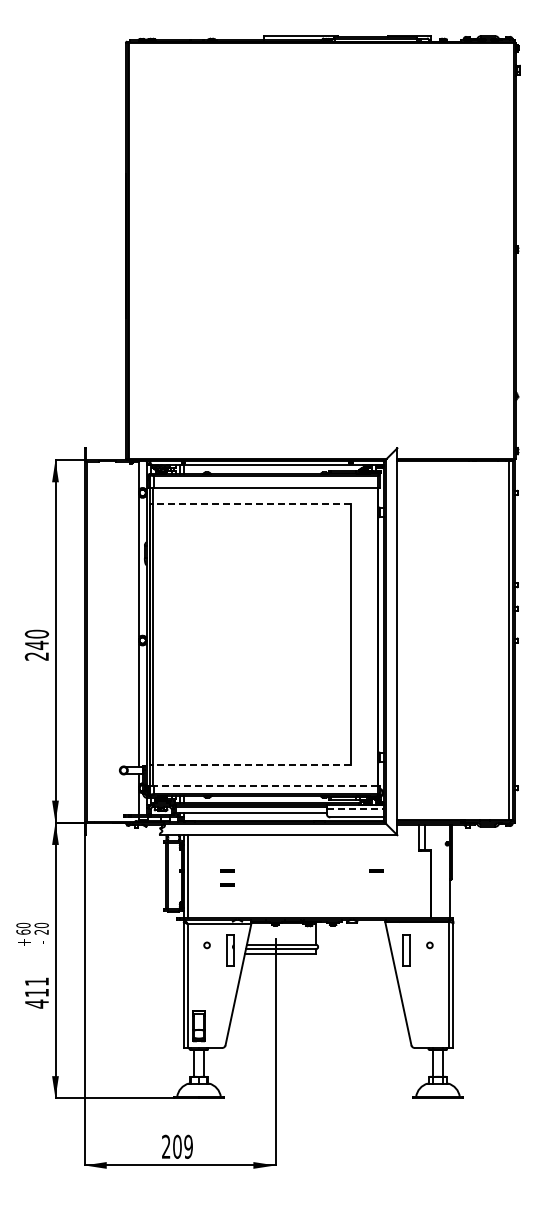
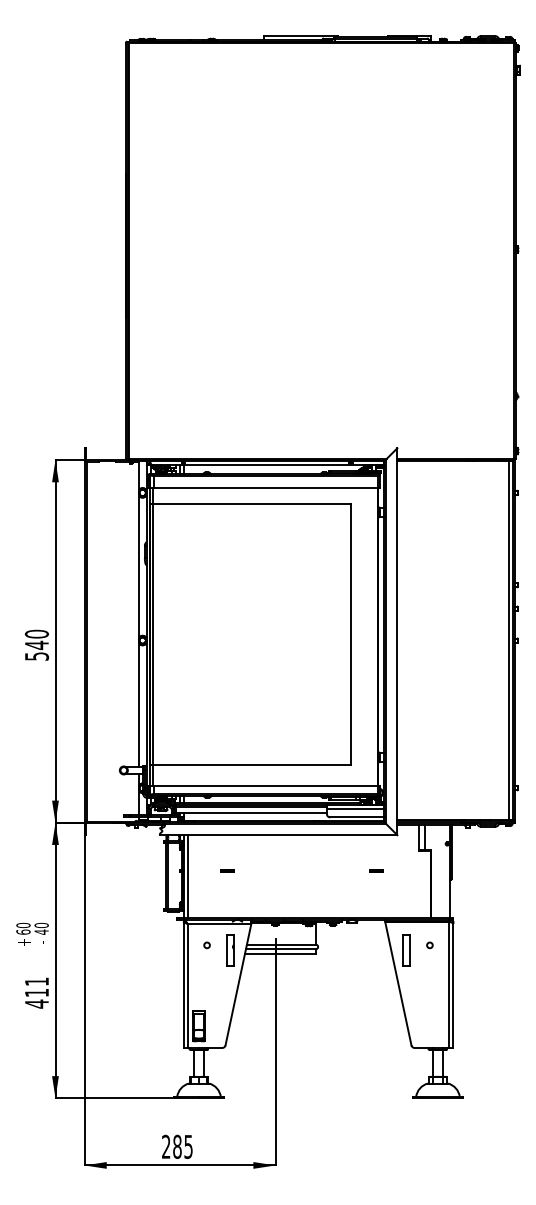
line at (251, 504): dashed -> solid
text at (36, 656): 240 -> 540
line at (251, 764): dashed -> solid
line at (265, 785): dashed -> solid
line at (355, 809): dashed -> solid
part at (227, 884): present -> none
text at (41, 931): 20 -> 40
text at (182, 1146): 209 -> 285
